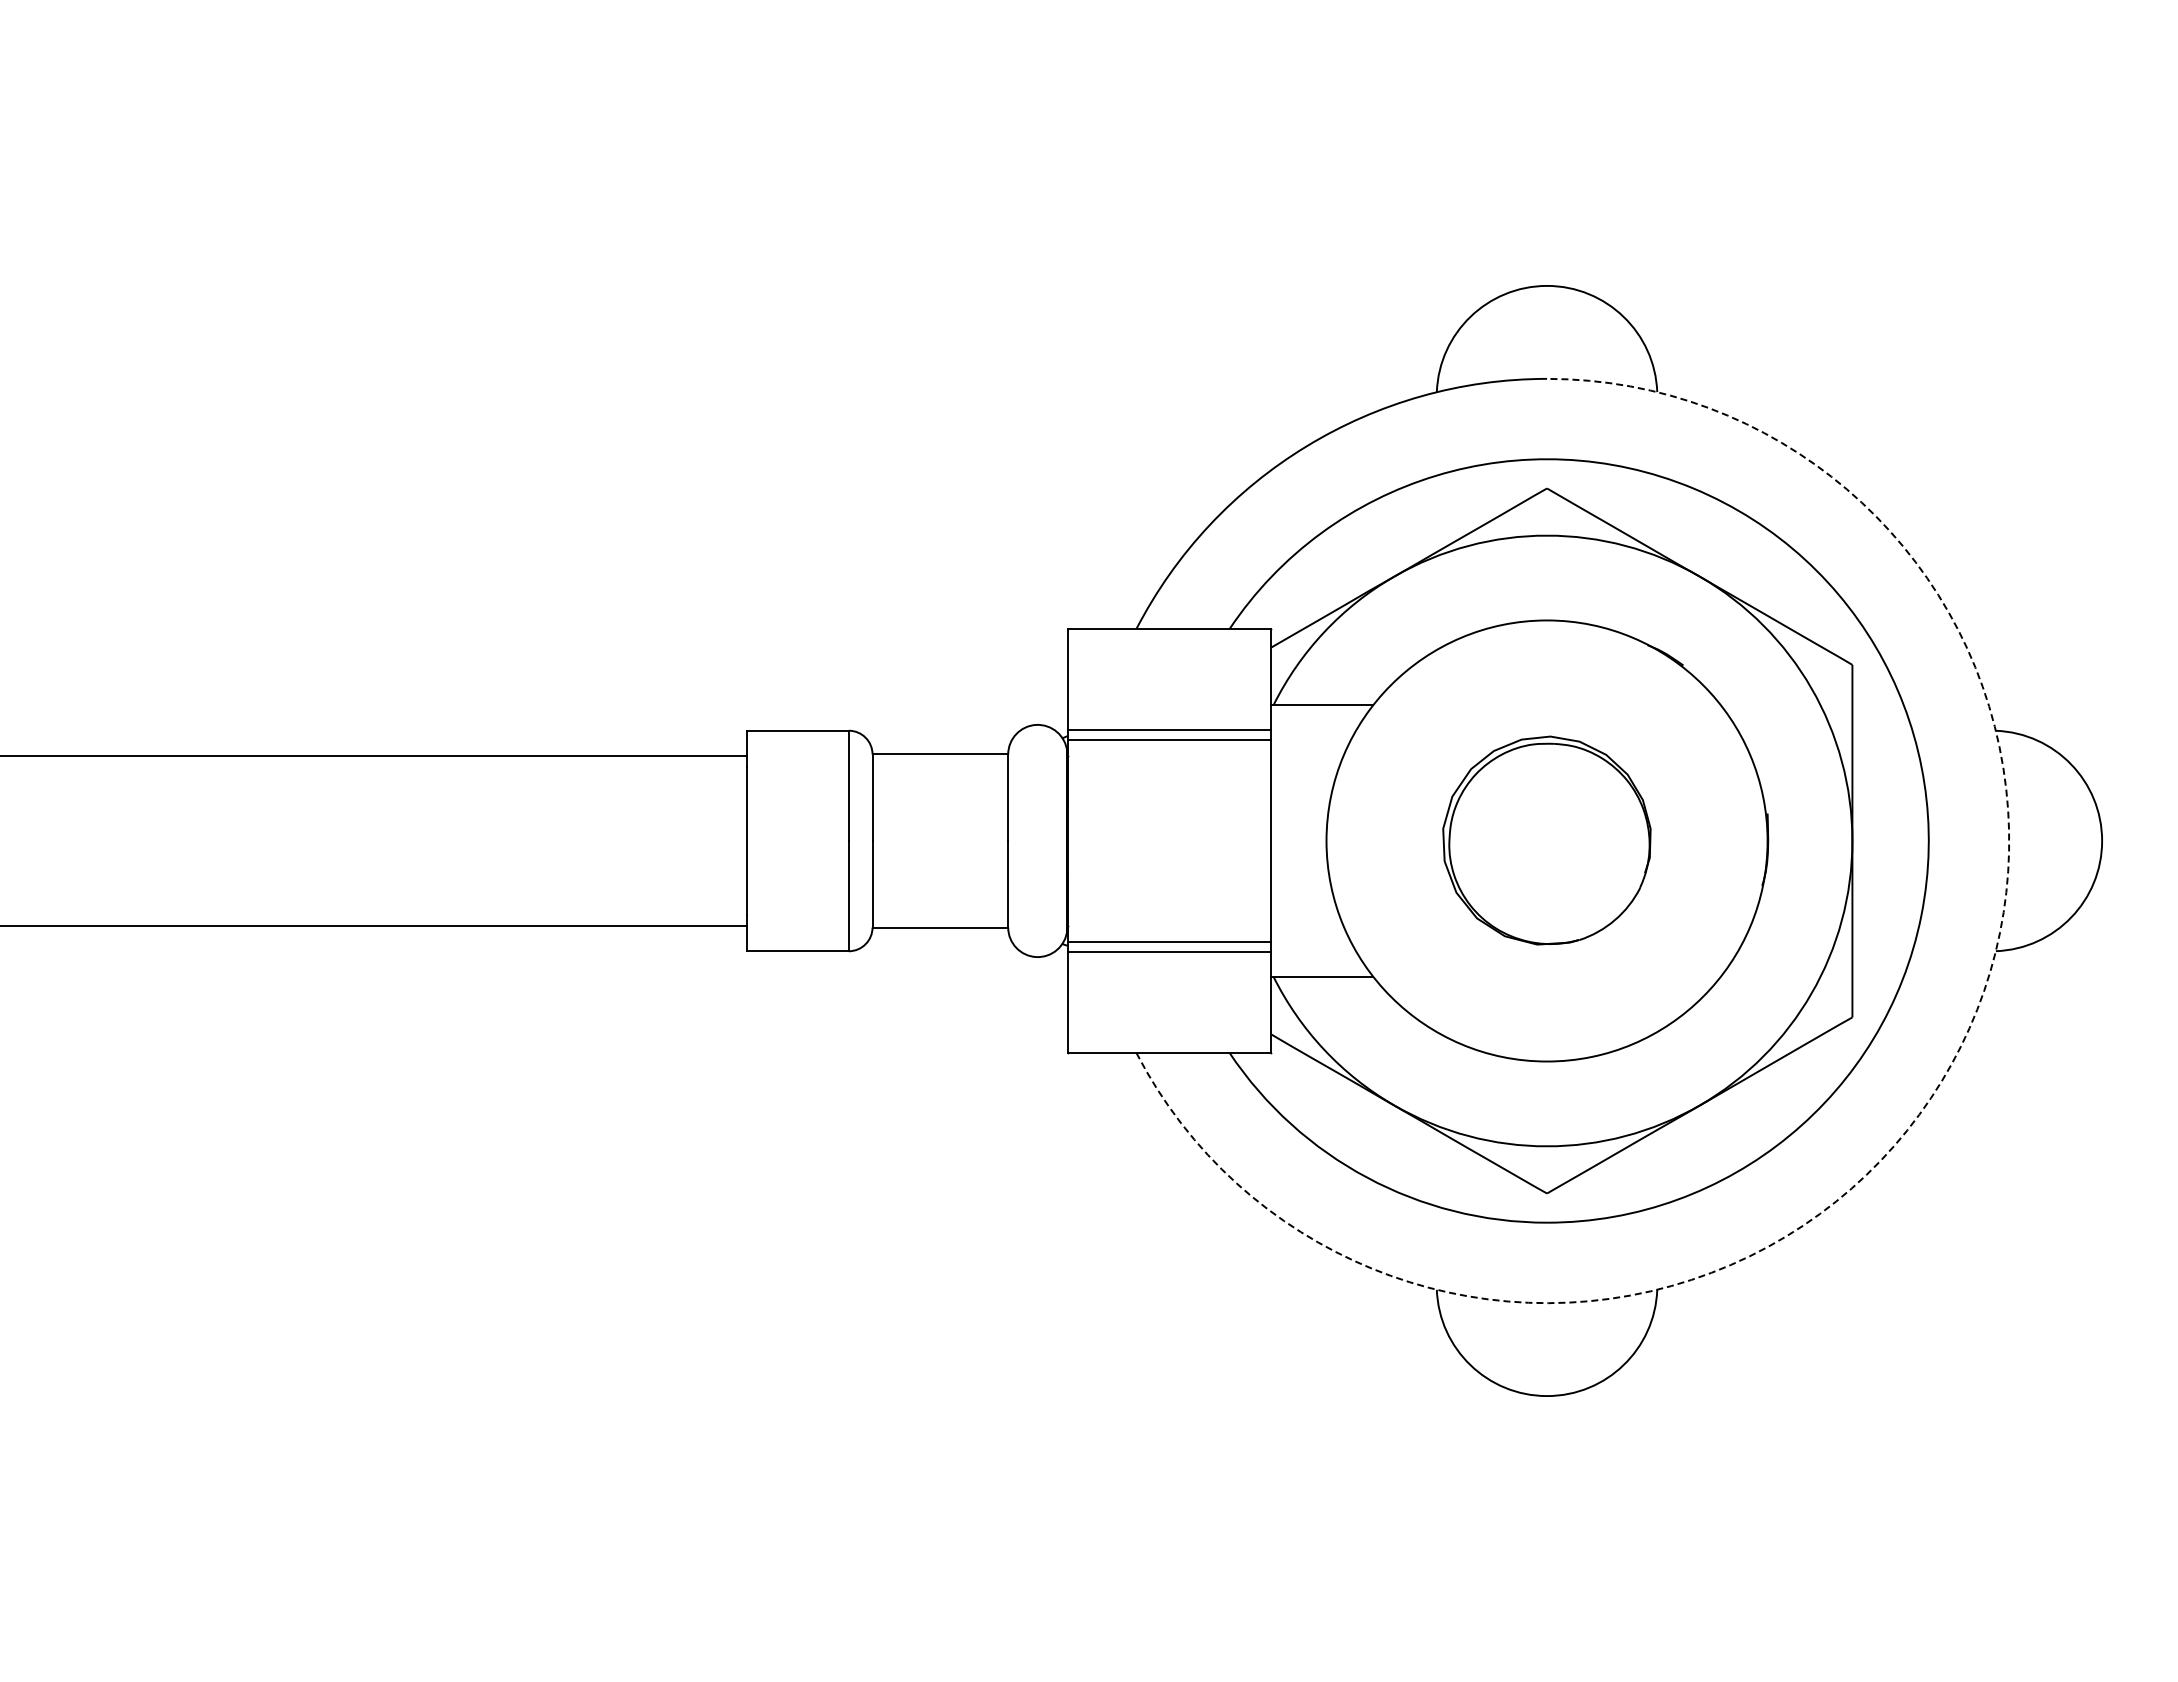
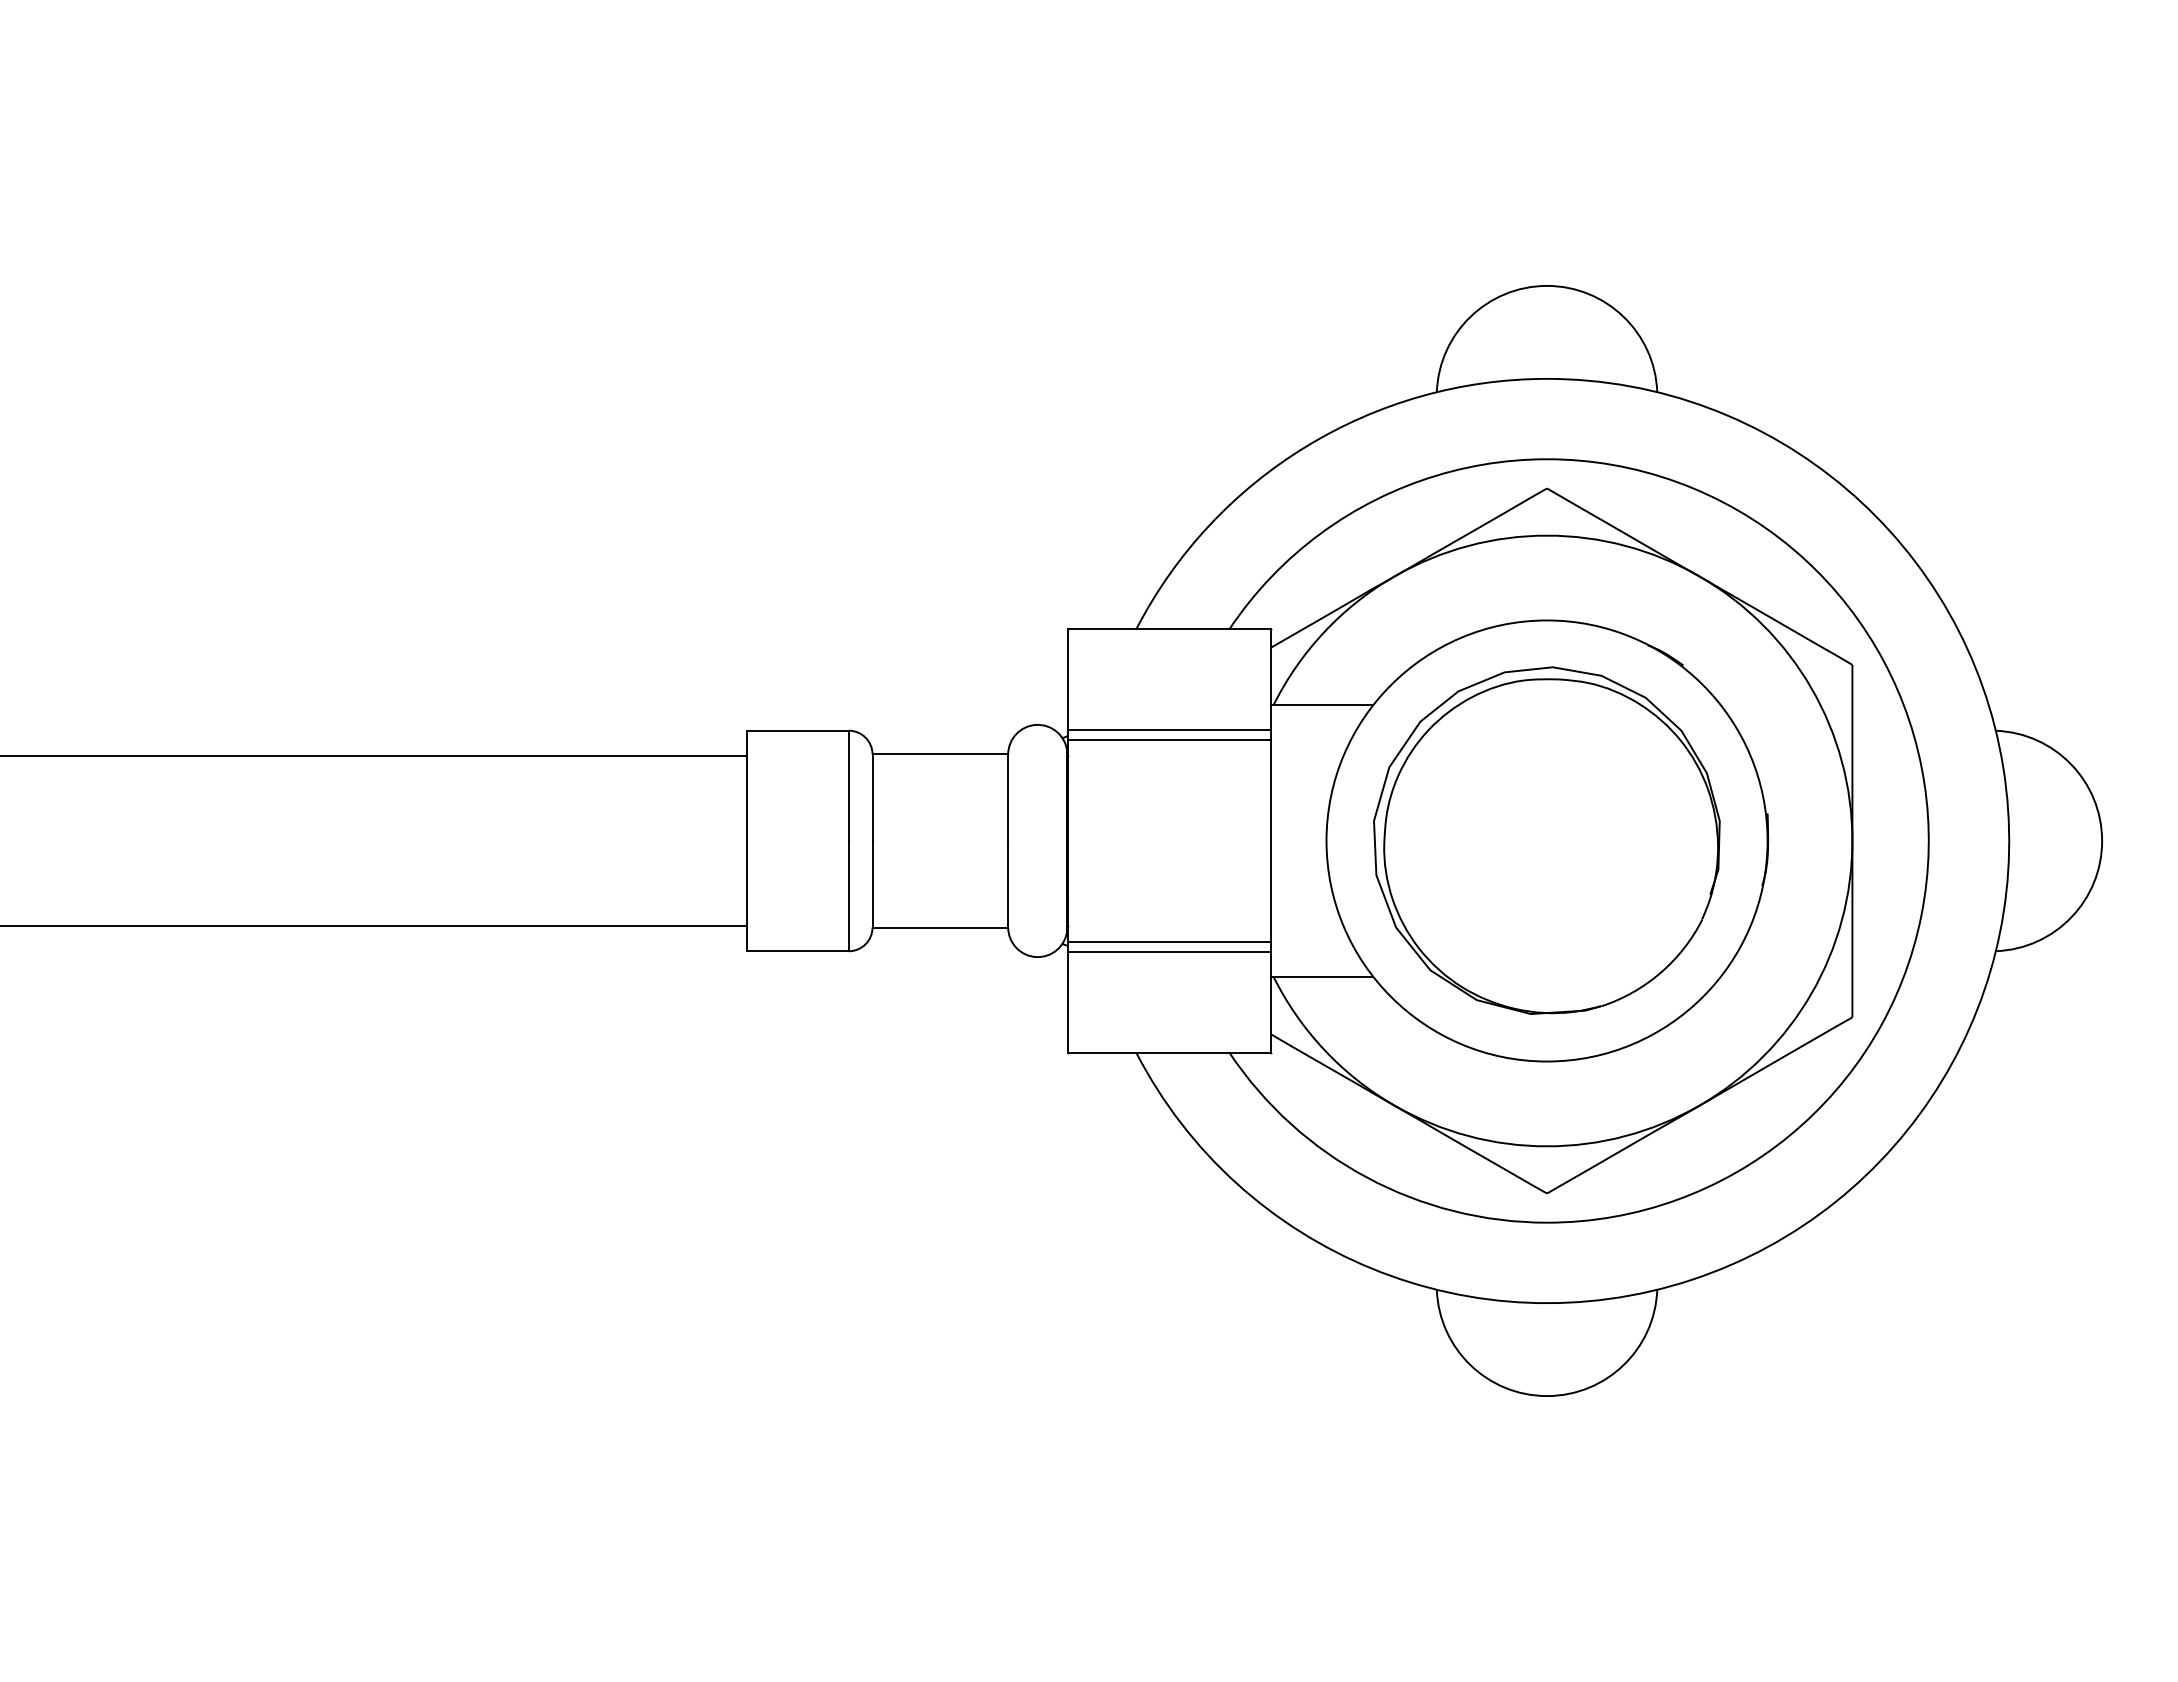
part at (1546, 840) size: 210x211 px -> 348x349 px
arc at (1941, 1081): dashed -> solid
